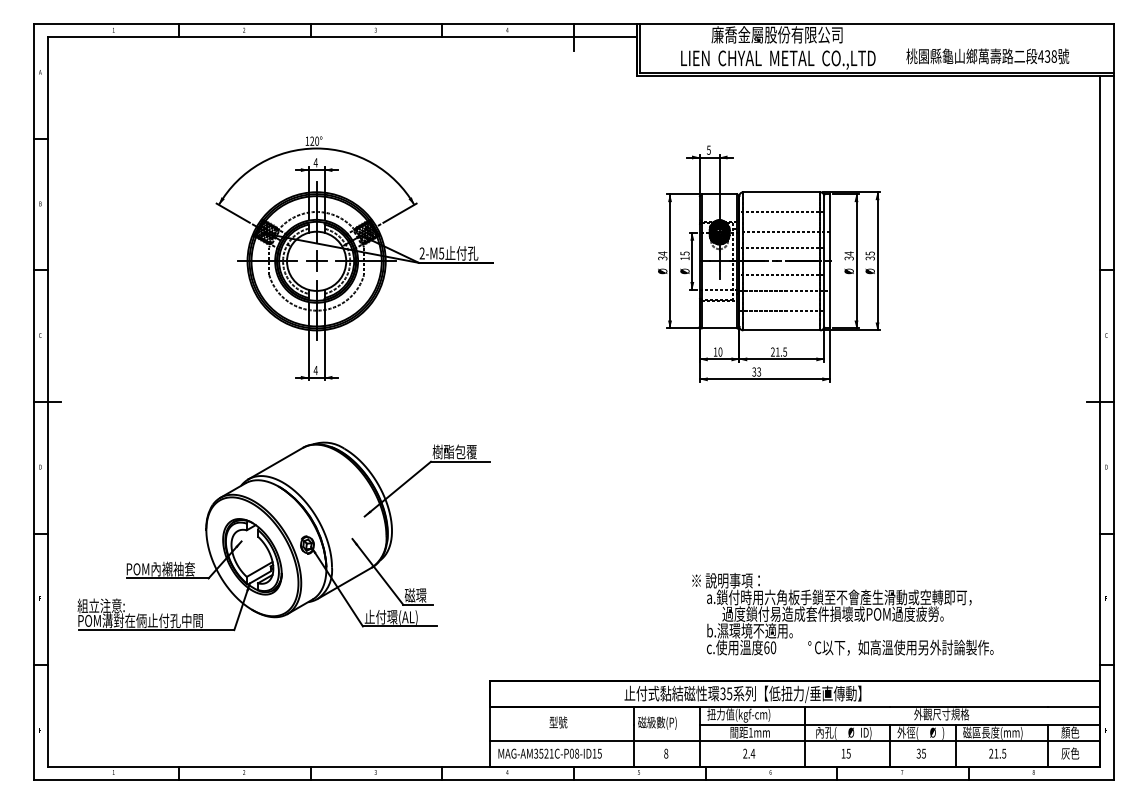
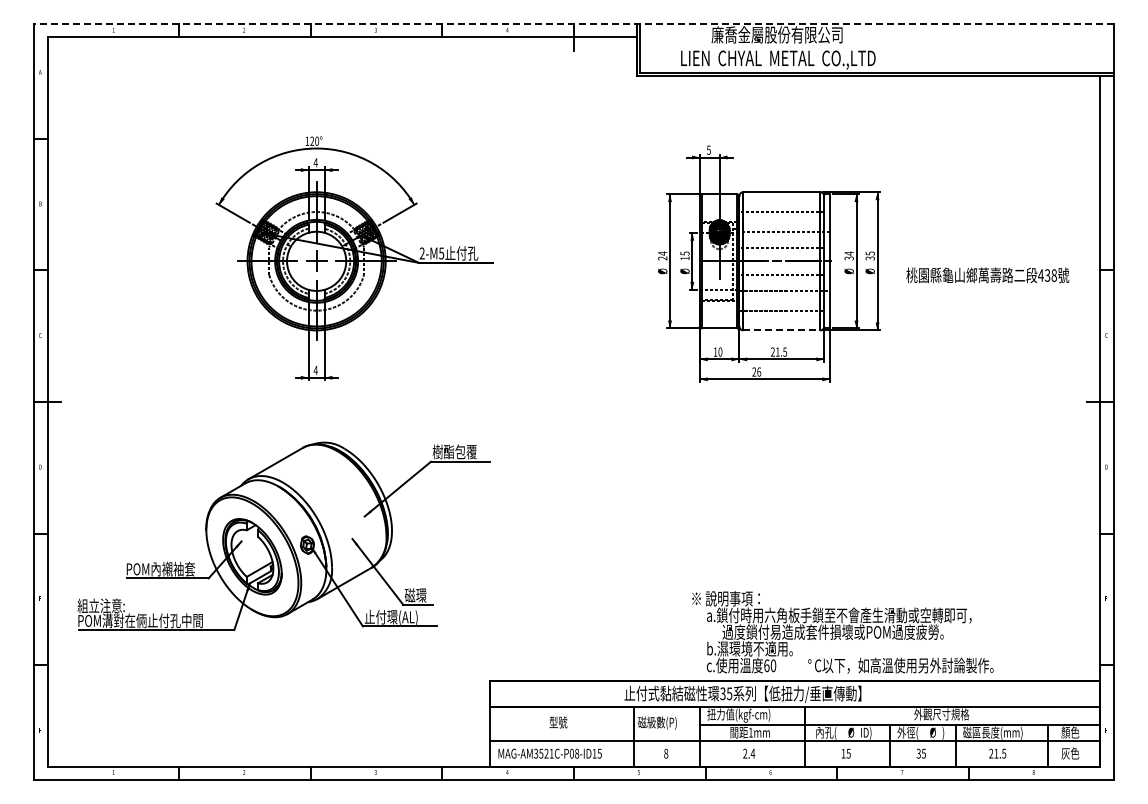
line at (574, 24): solid -> dashed
text at (987, 56) position: (987, 56) -> (987, 275)
text at (663, 258): 34 -> 24
line at (782, 330): solid -> dashed
text at (756, 371): 33 -> 26
text at (842, 614) position: (842, 614) -> (842, 632)
